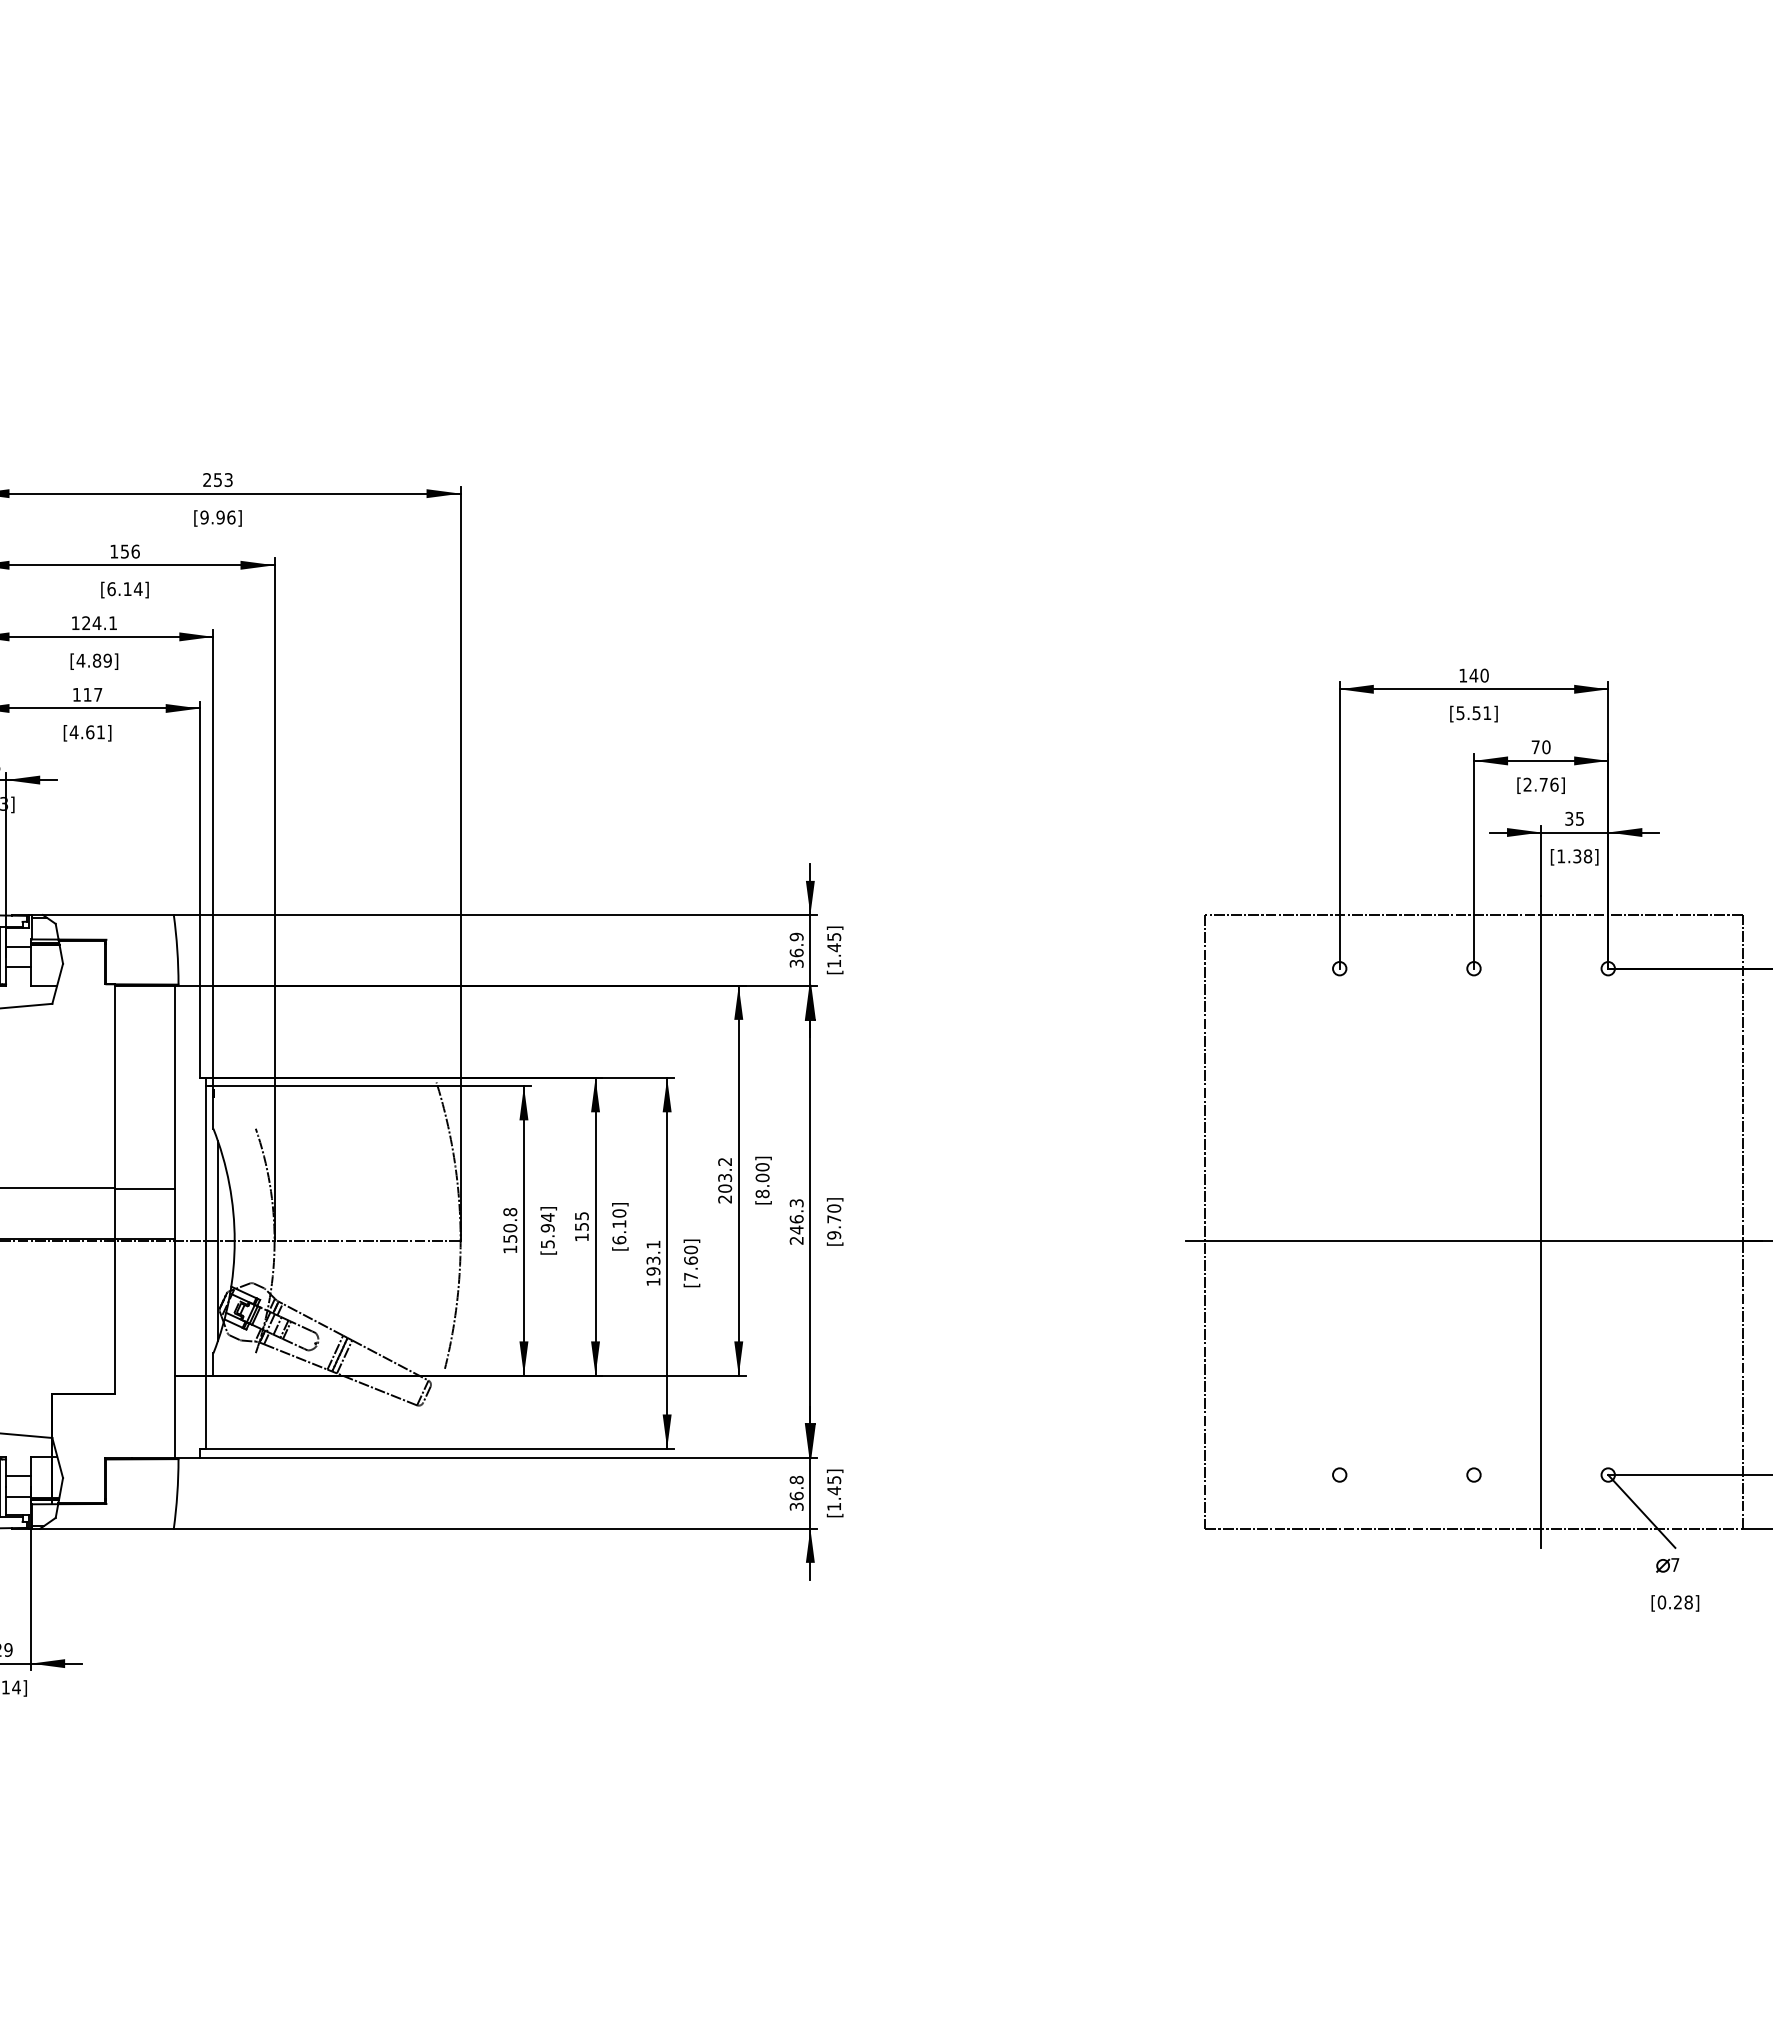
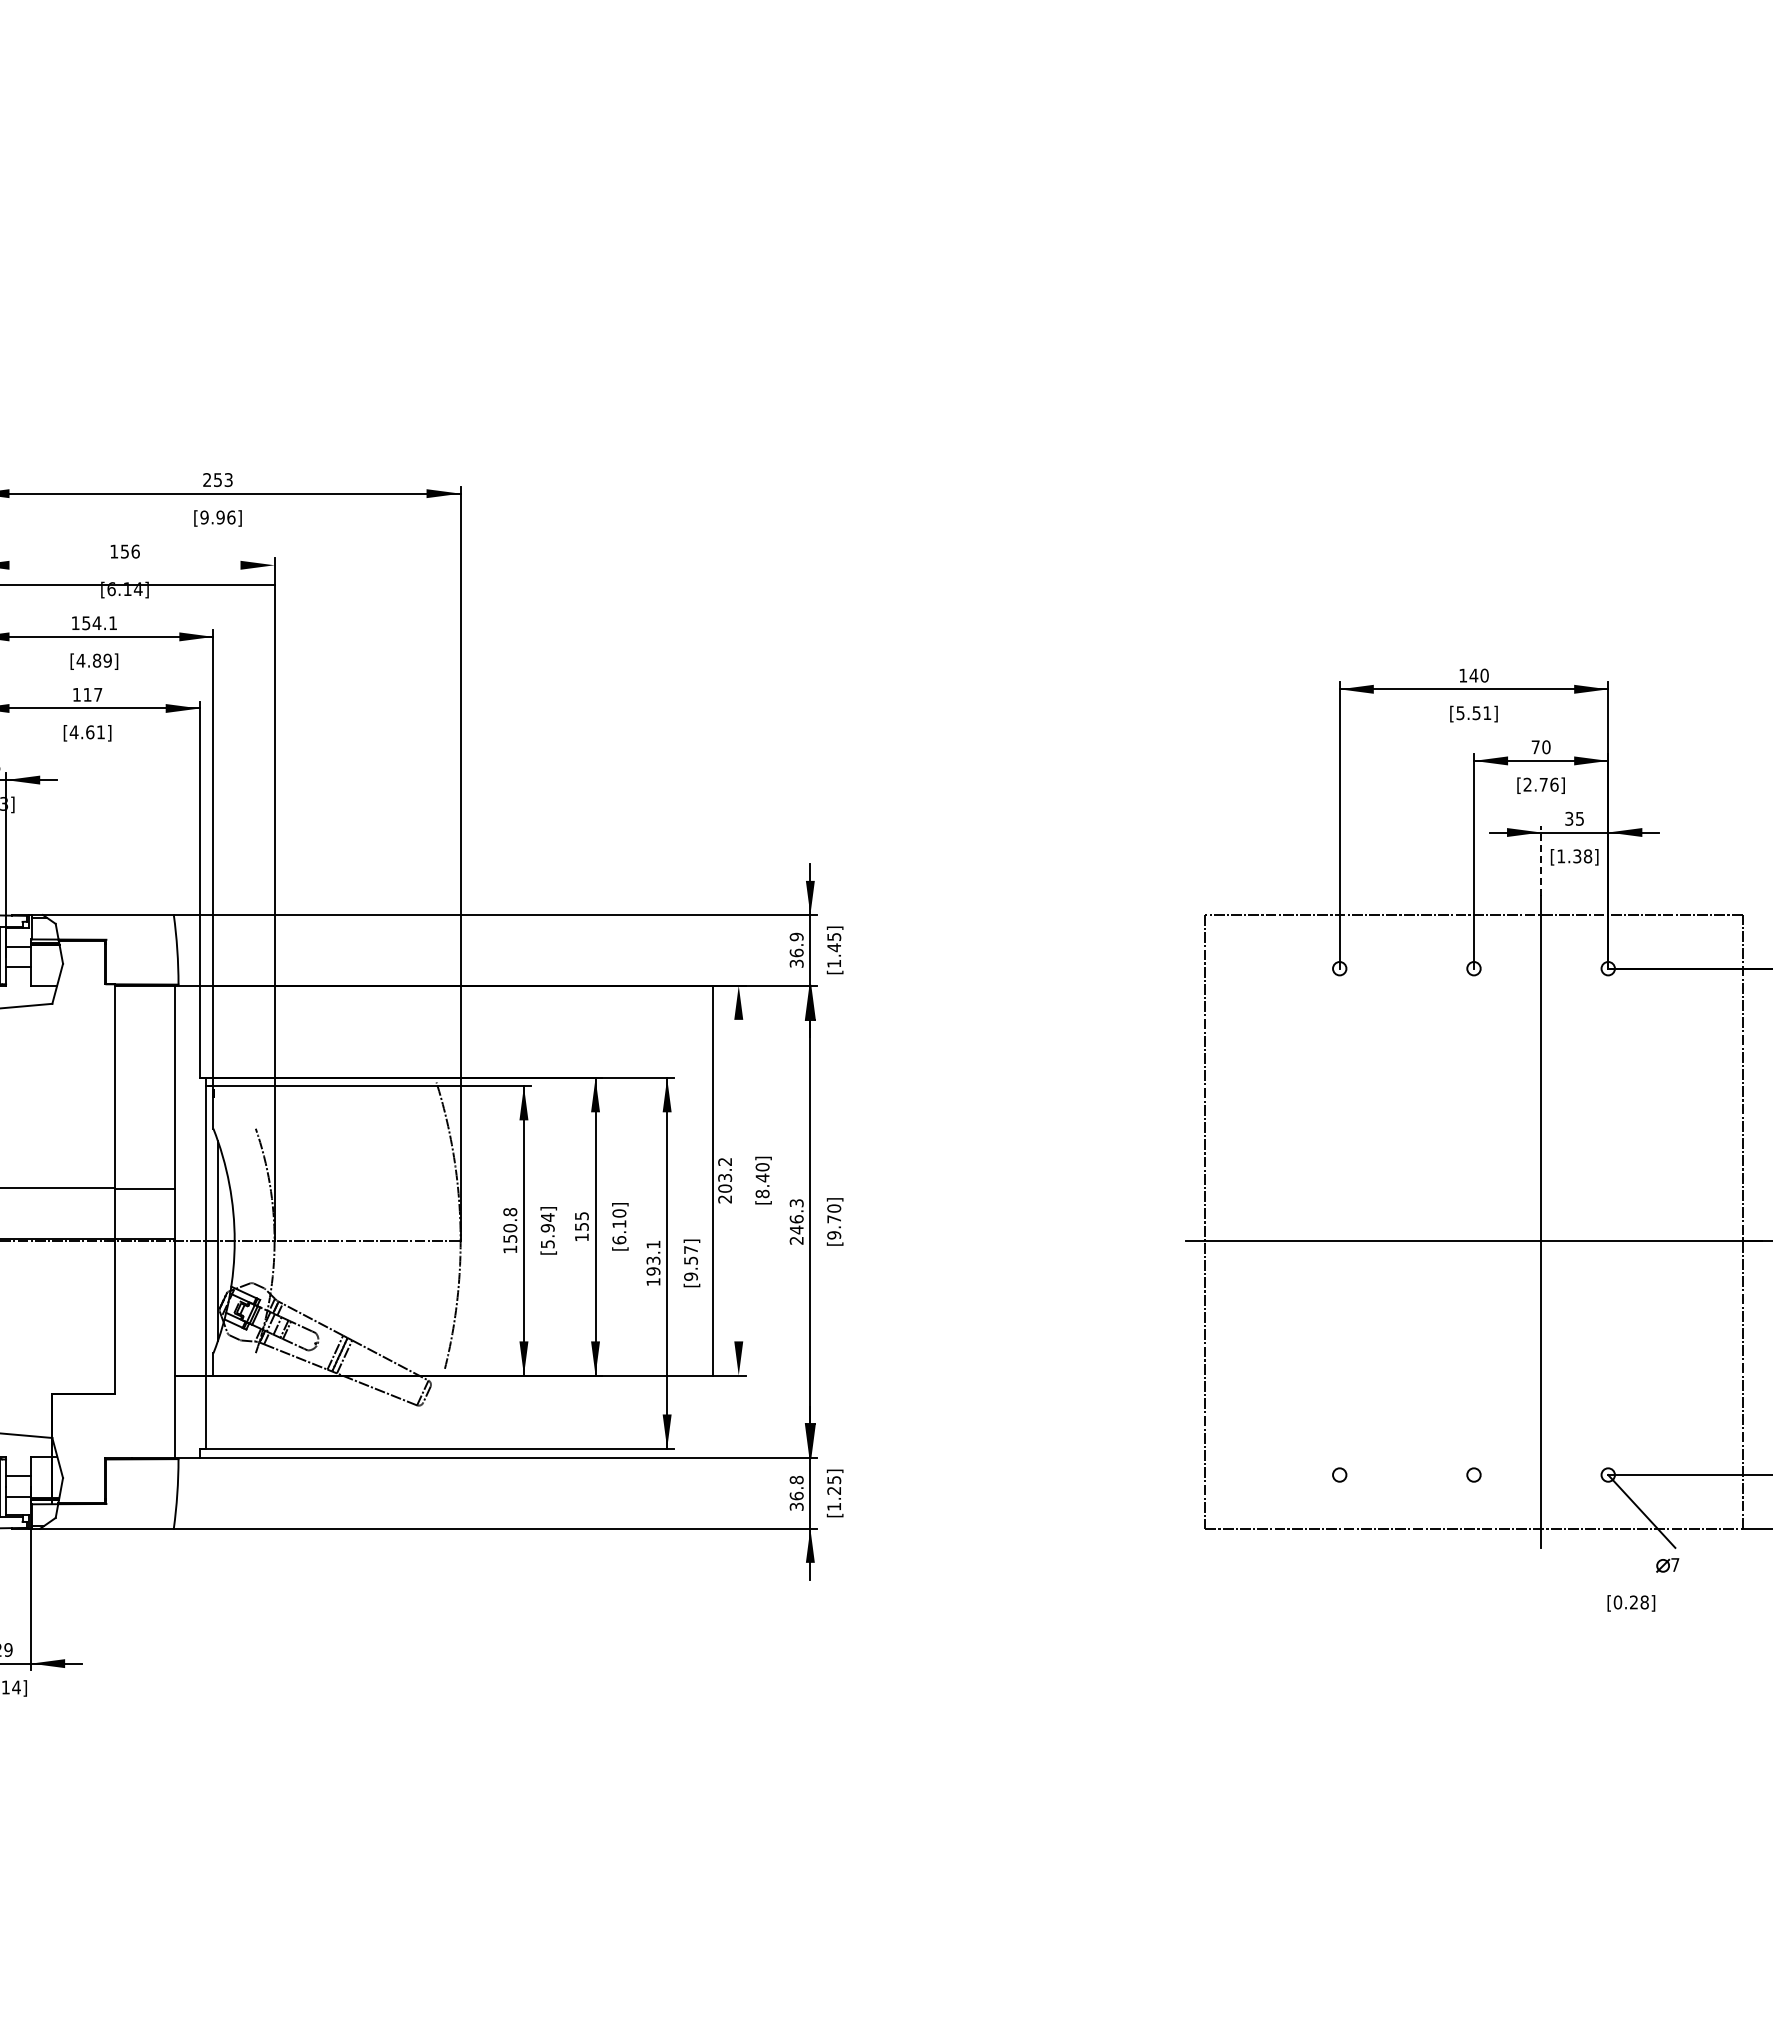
line at (138, 565) position: (138, 565) -> (138, 585)
text at (86, 623): 124.1 -> 154.1
line at (1541, 860): solid -> dashed
text at (762, 1177): [8.00] -> [8.40]
line at (738, 1180) position: (738, 1180) -> (712, 1180)
text at (690, 1262): [7.60] -> [9.57]
text at (833, 1490): [1.45] -> [1.25]
text at (1675, 1603) position: (1675, 1603) -> (1631, 1603)
